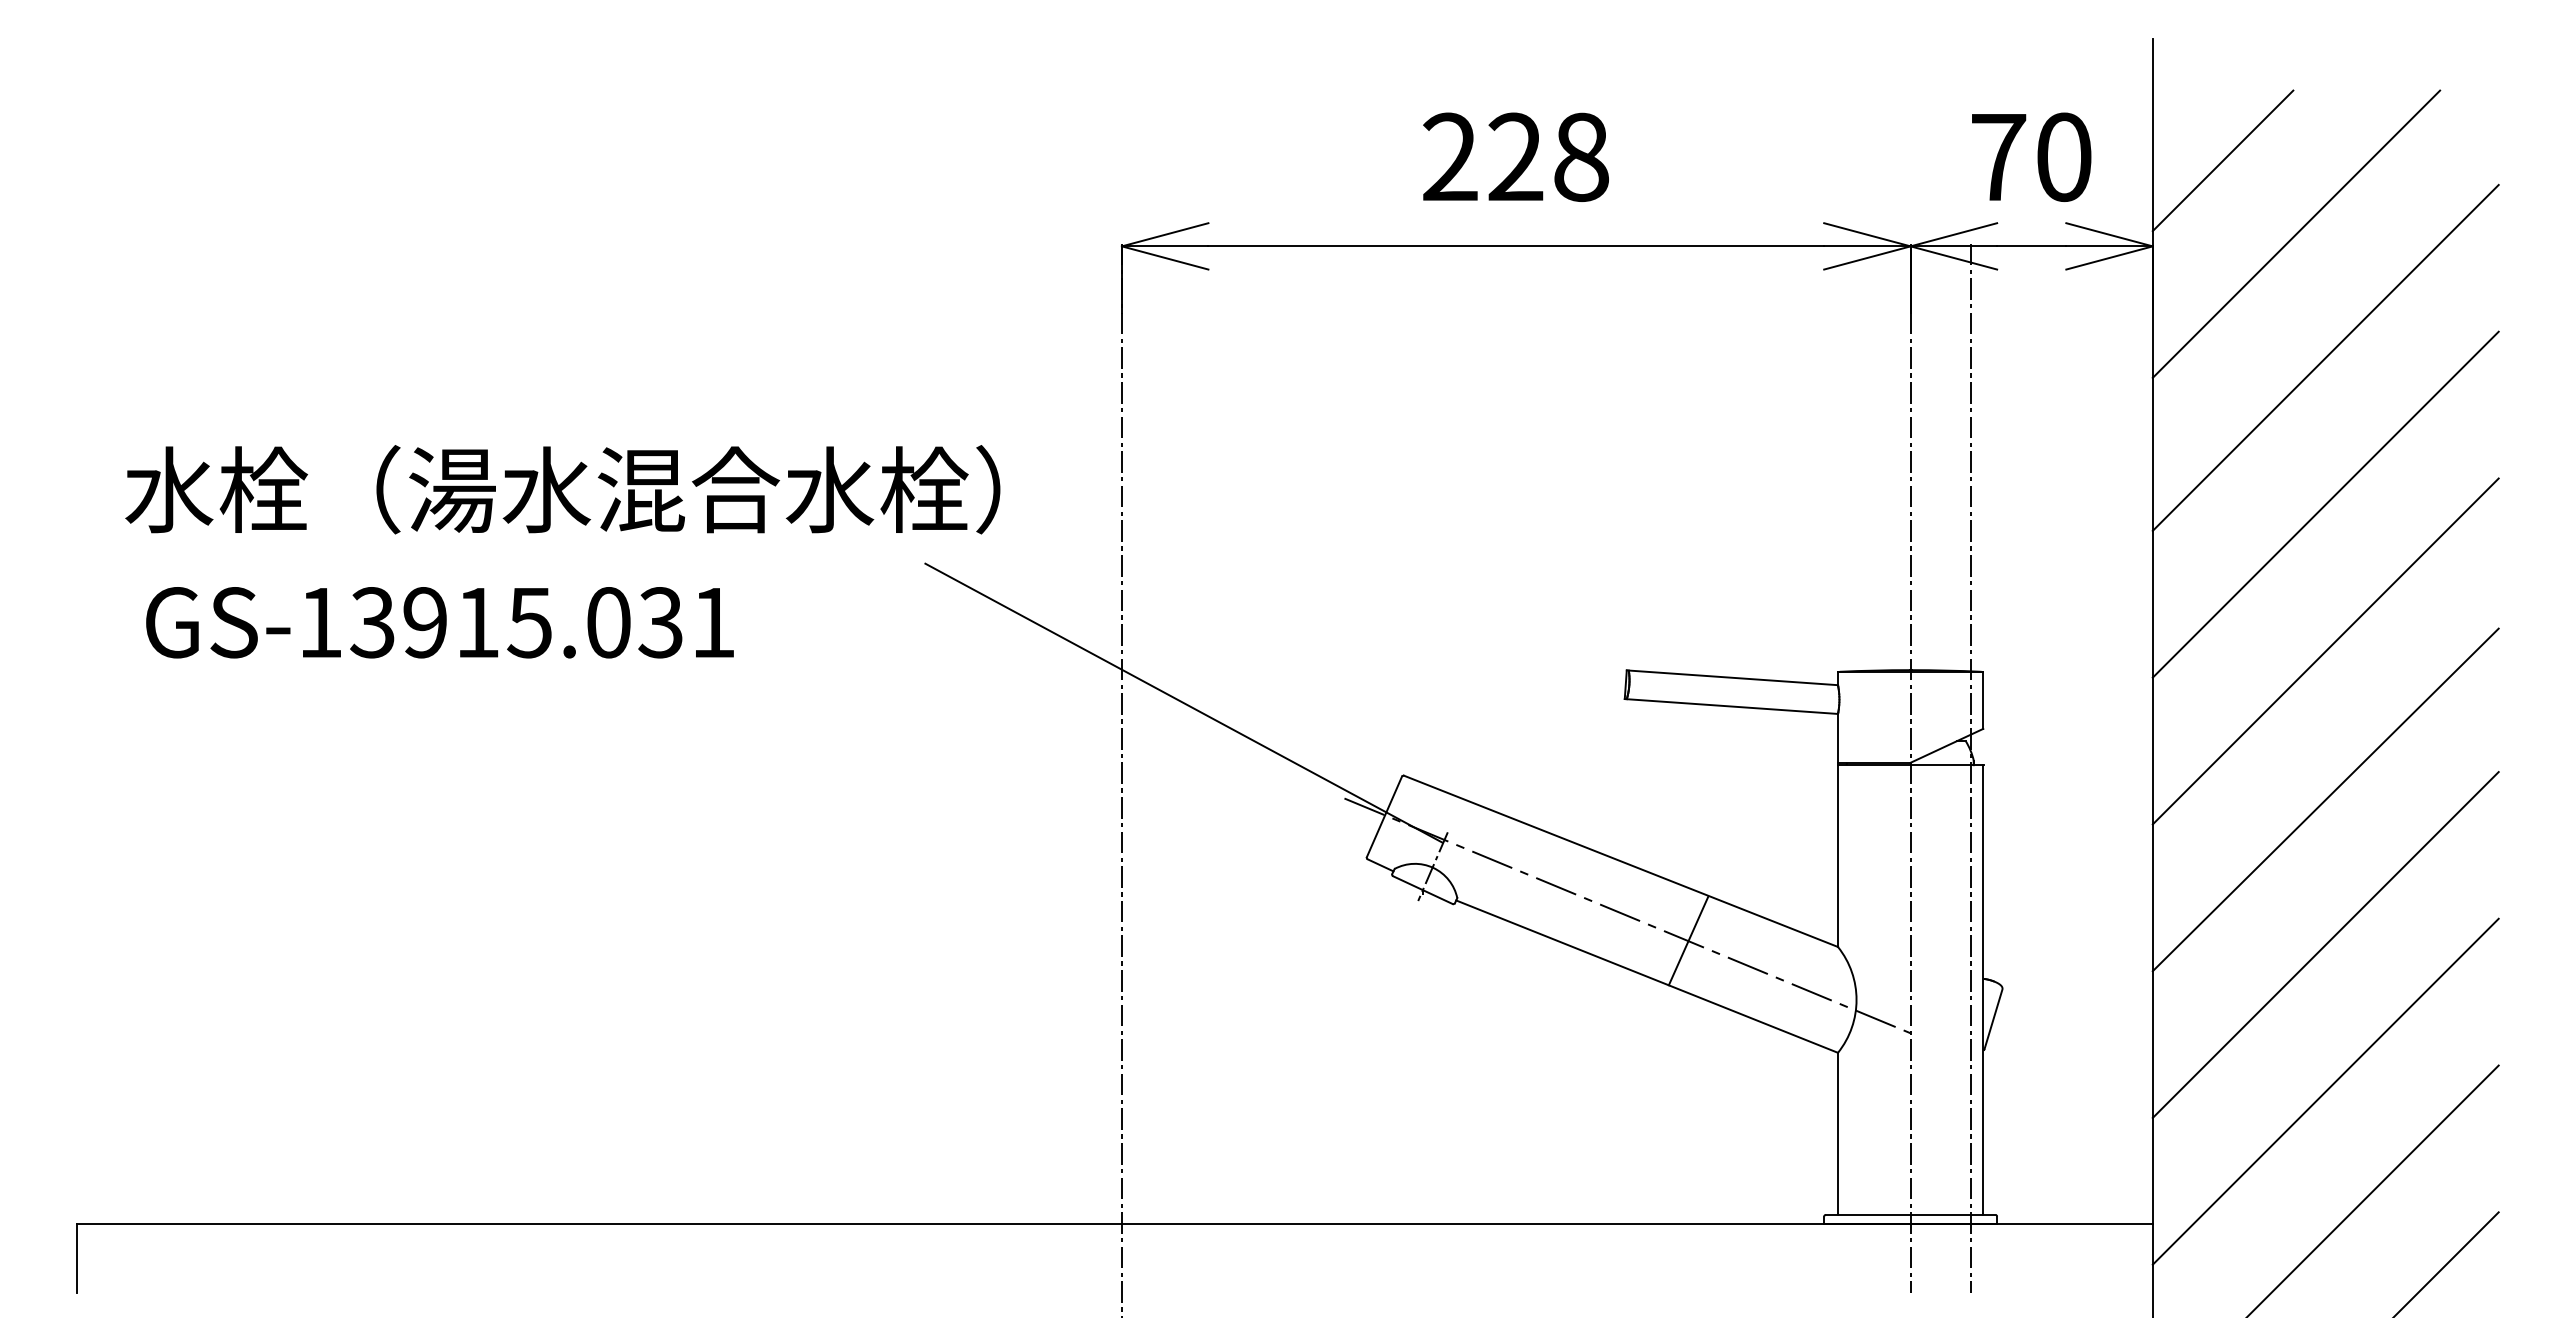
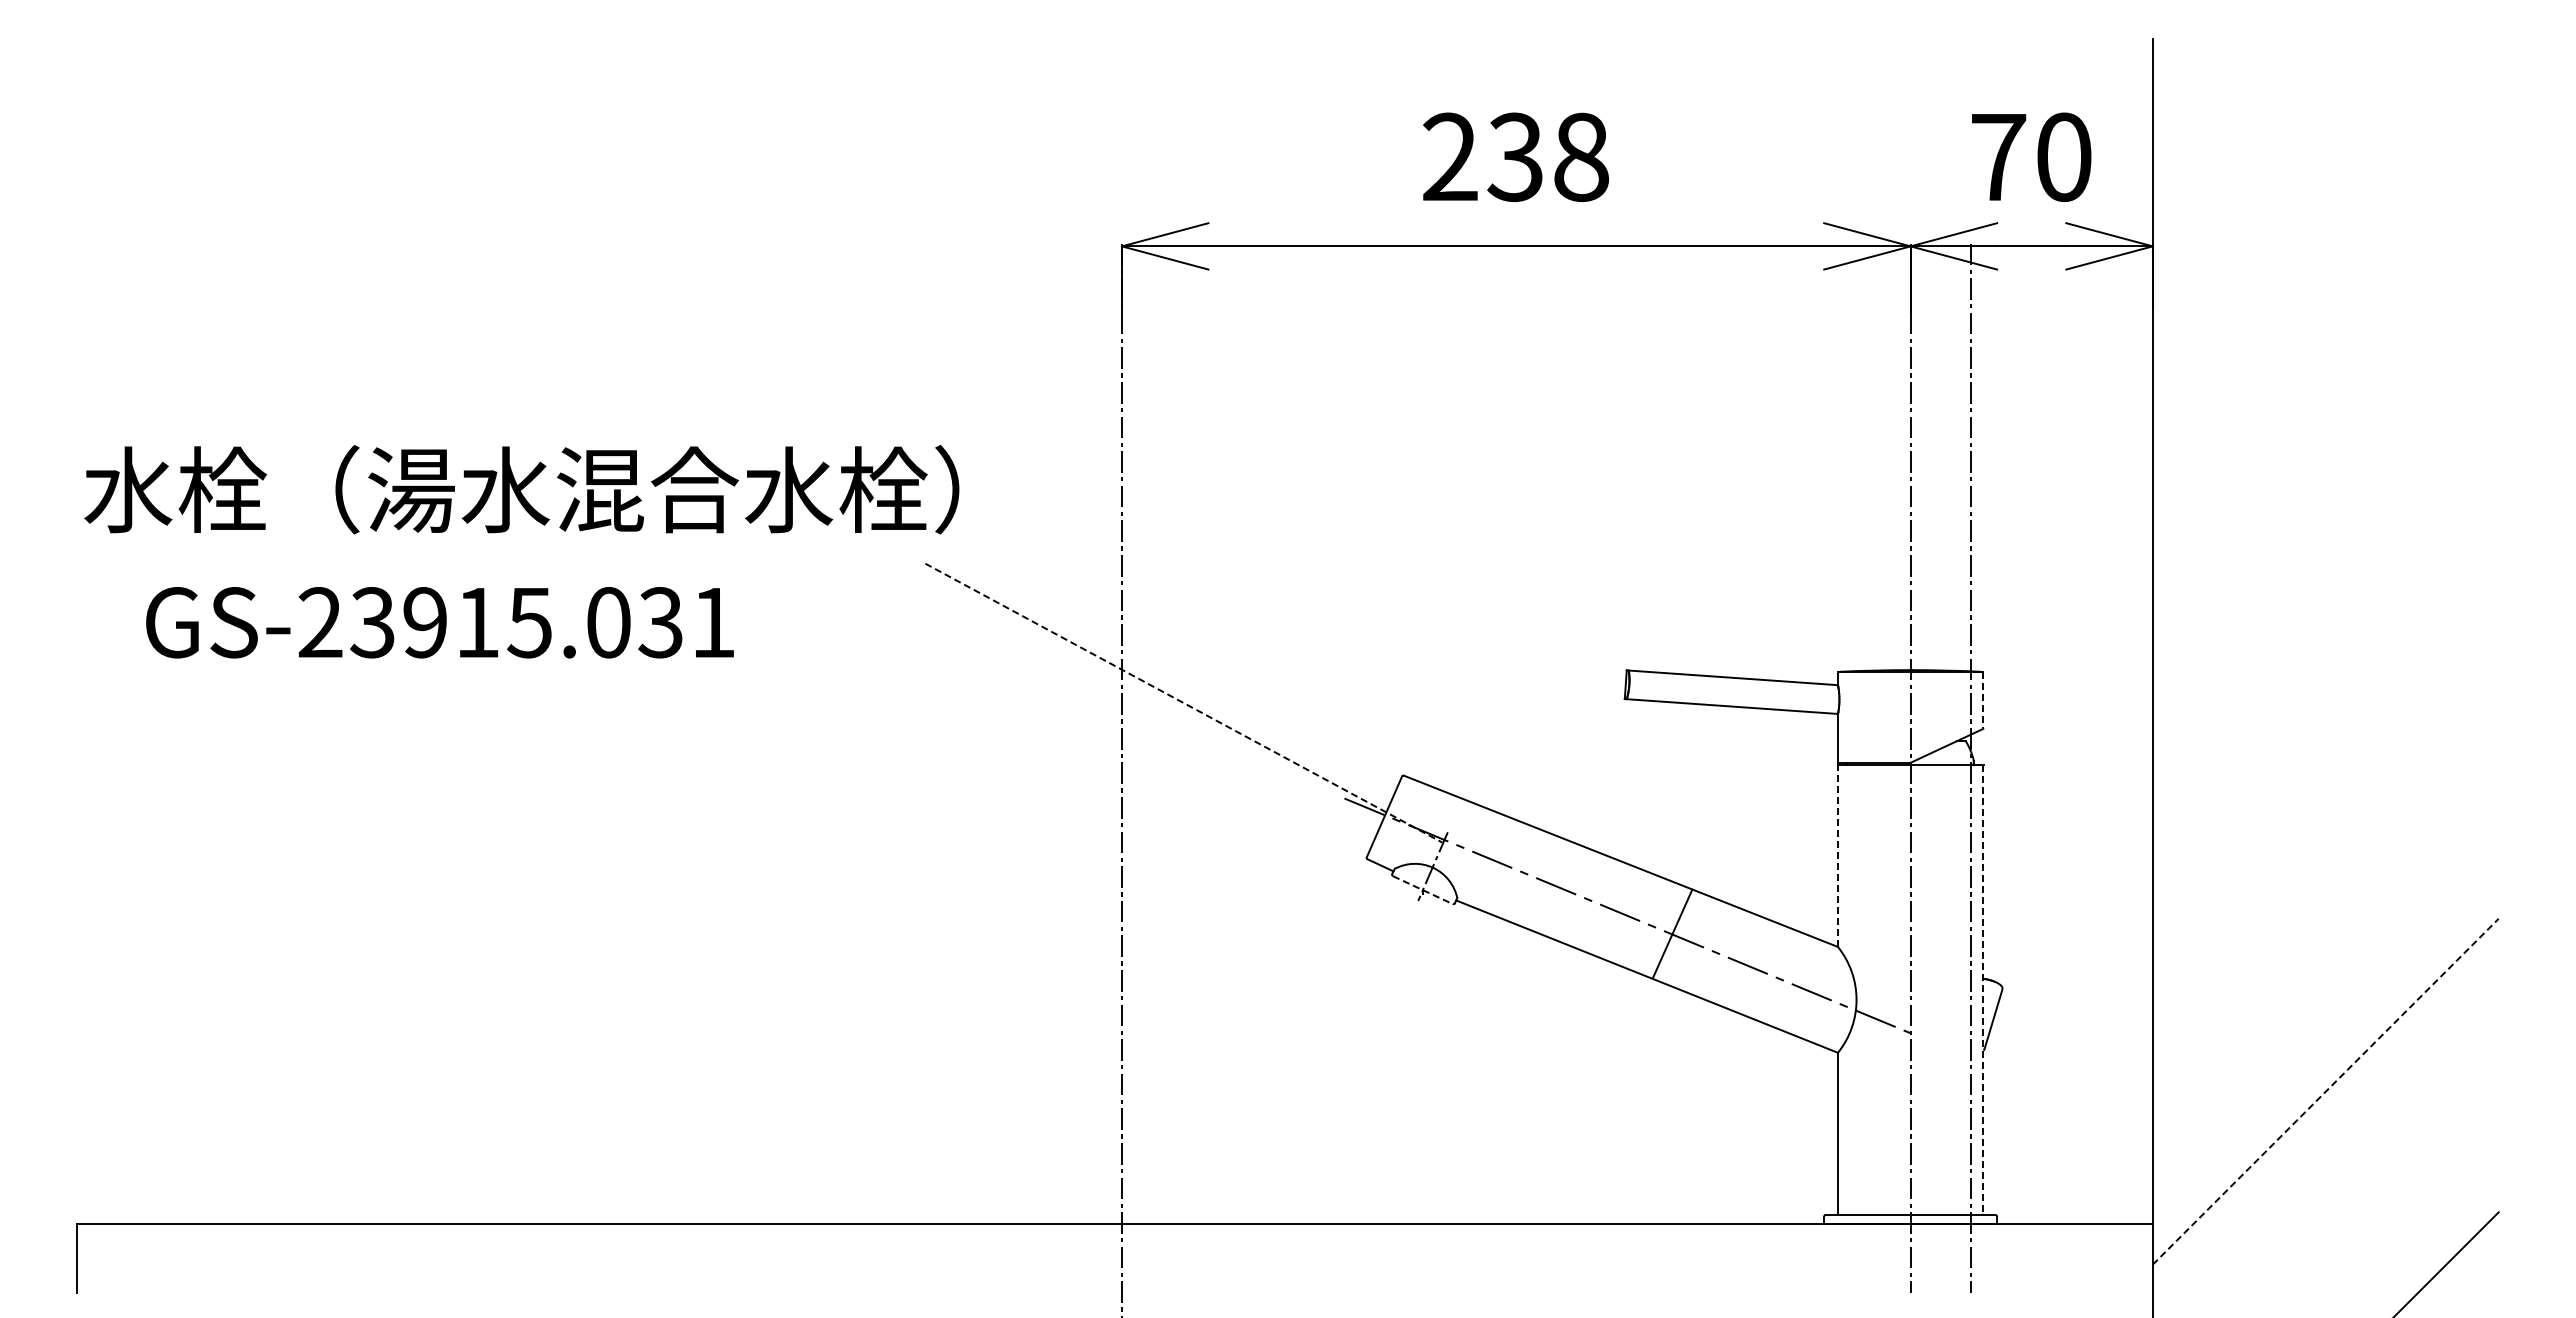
text at (1515, 157): 228 -> 238
line at (2222, 160): present -> none
line at (2296, 233): present -> none
line at (2325, 357): present -> none
text at (562, 489) position: (562, 489) -> (521, 489)
line at (2325, 504): present -> none
text at (320, 622): GS-13915.031 -> GS-23915.031
line at (2325, 651): present -> none
line at (1983, 700): solid -> dashed
line at (1183, 703): solid -> dashed
line at (2325, 799): present -> none
line at (1838, 856): solid -> dashed
line at (1422, 890): solid -> dashed
line at (1688, 940) position: (1688, 940) -> (1672, 933)
line at (2325, 944): present -> none
line at (1983, 990): solid -> dashed
line at (2325, 1091): solid -> dashed
line at (2373, 1189): present -> none
